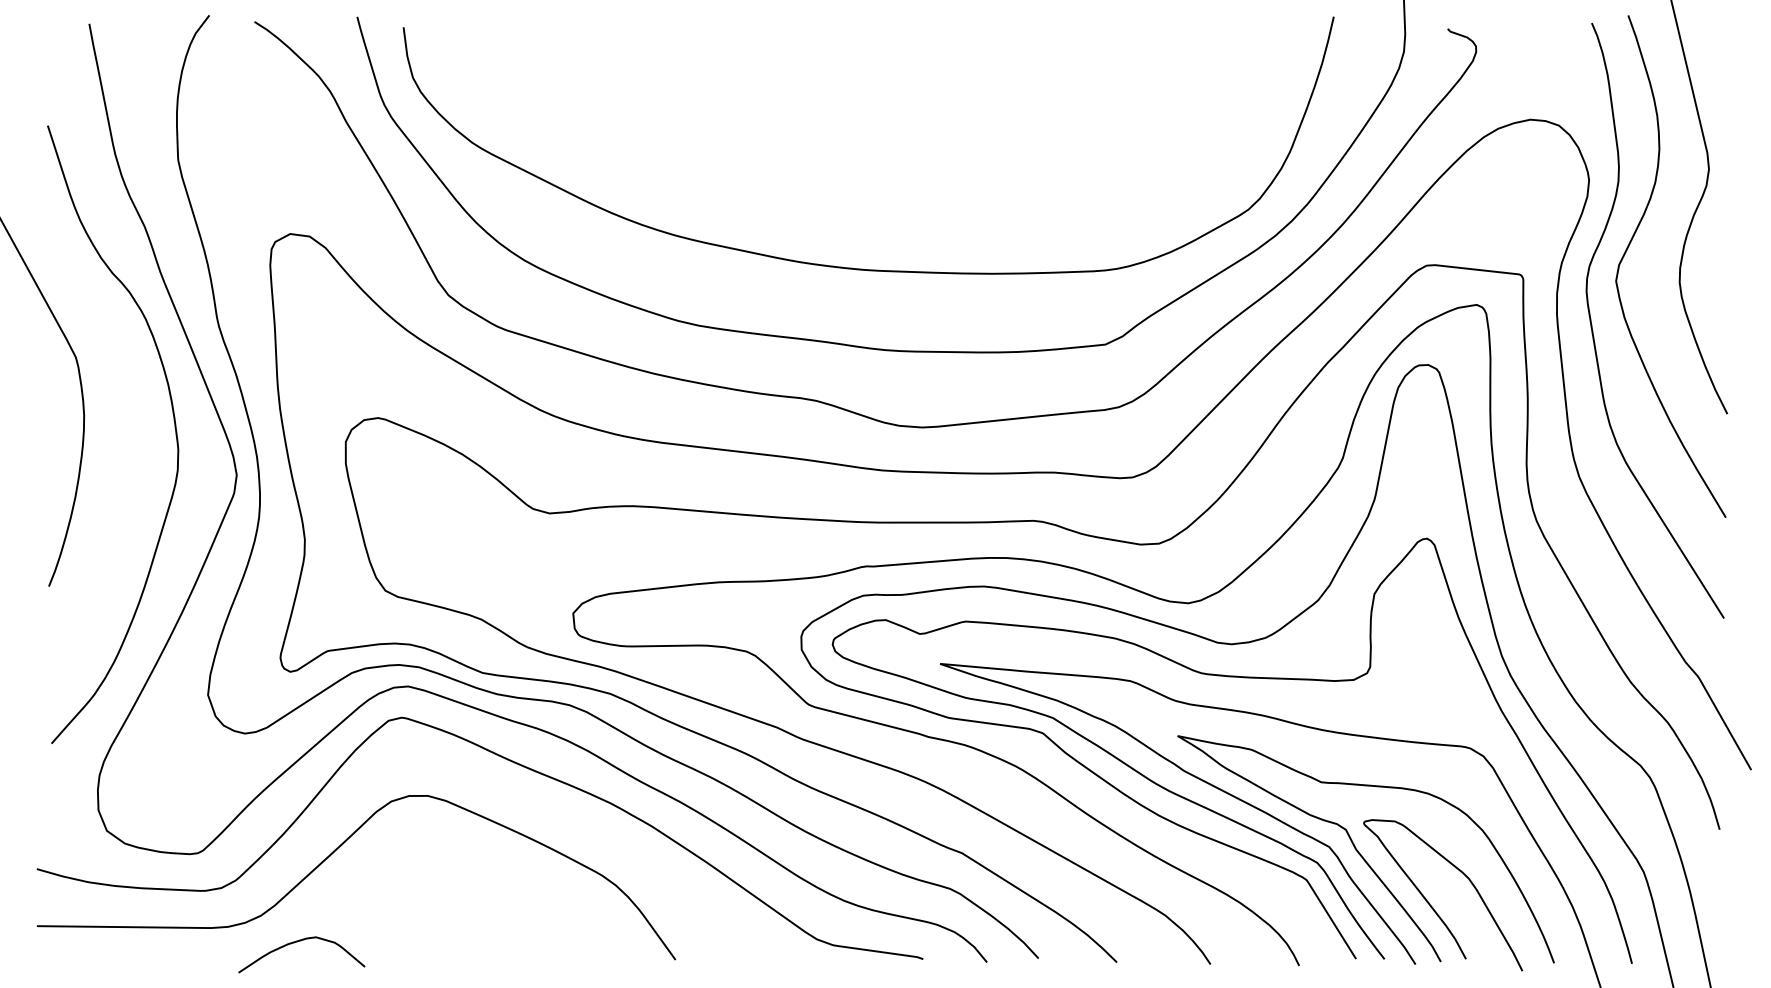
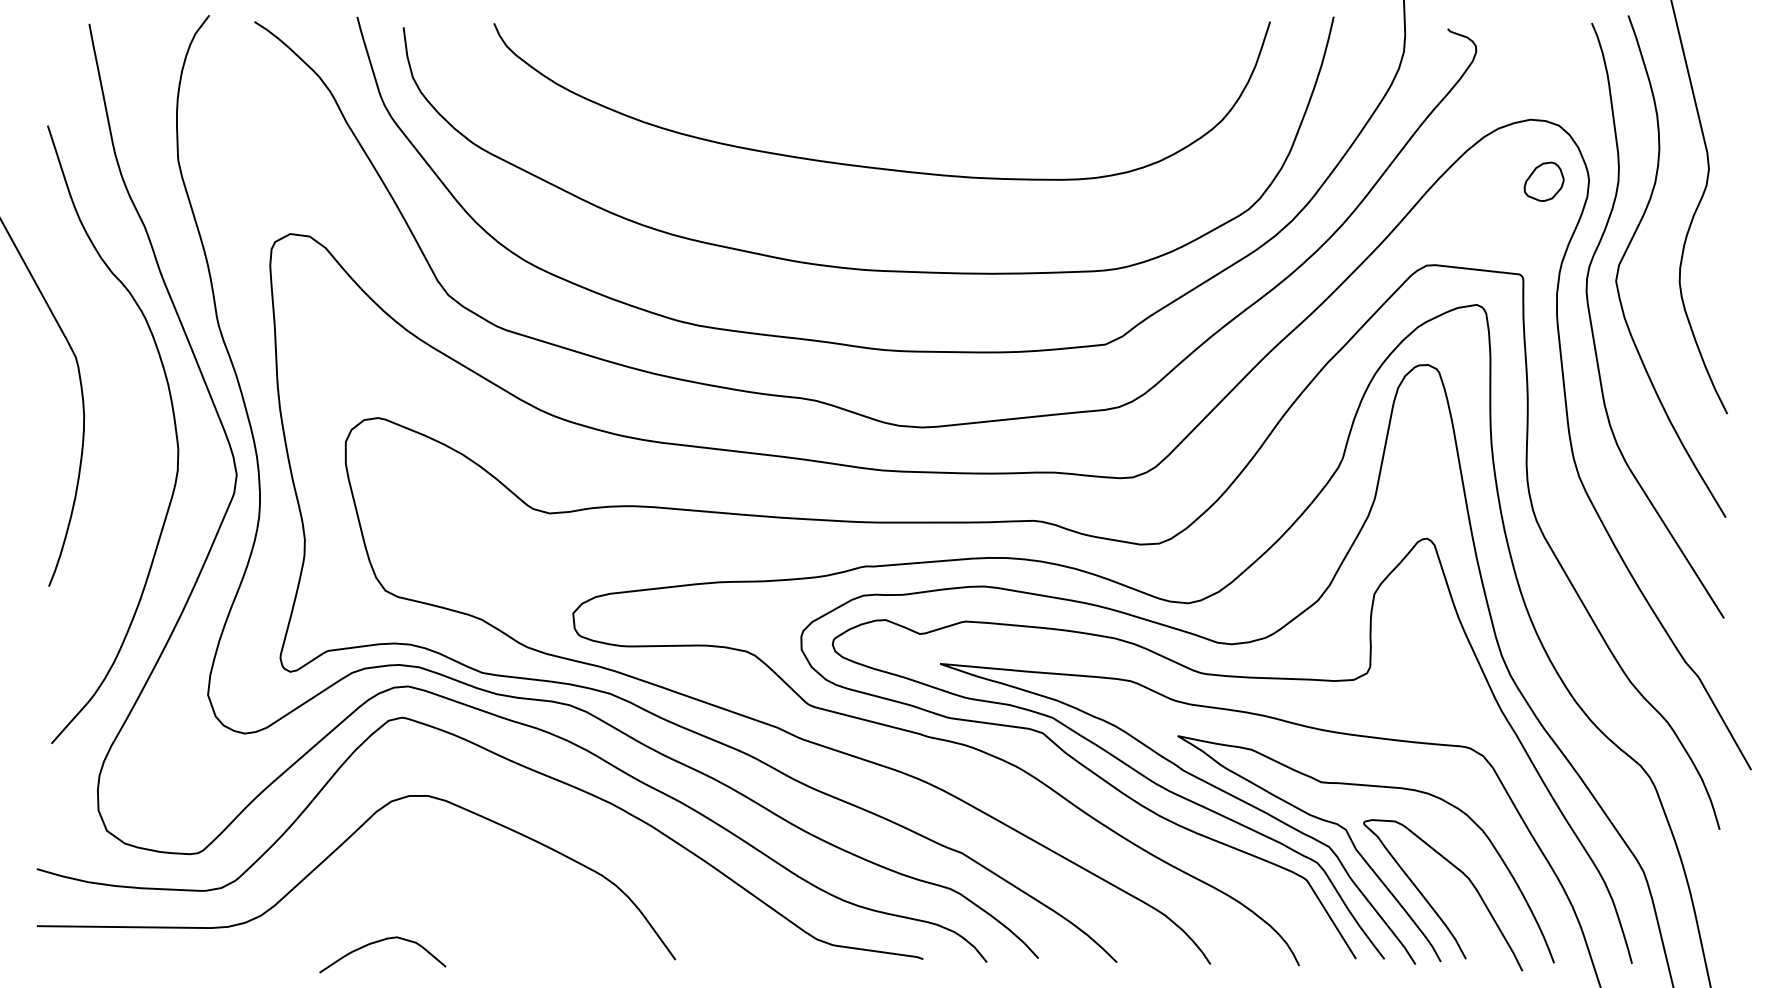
curve at (871, 166): none -> present
part at (1543, 181): none -> present
curve at (297, 942) position: (297, 942) -> (378, 942)
